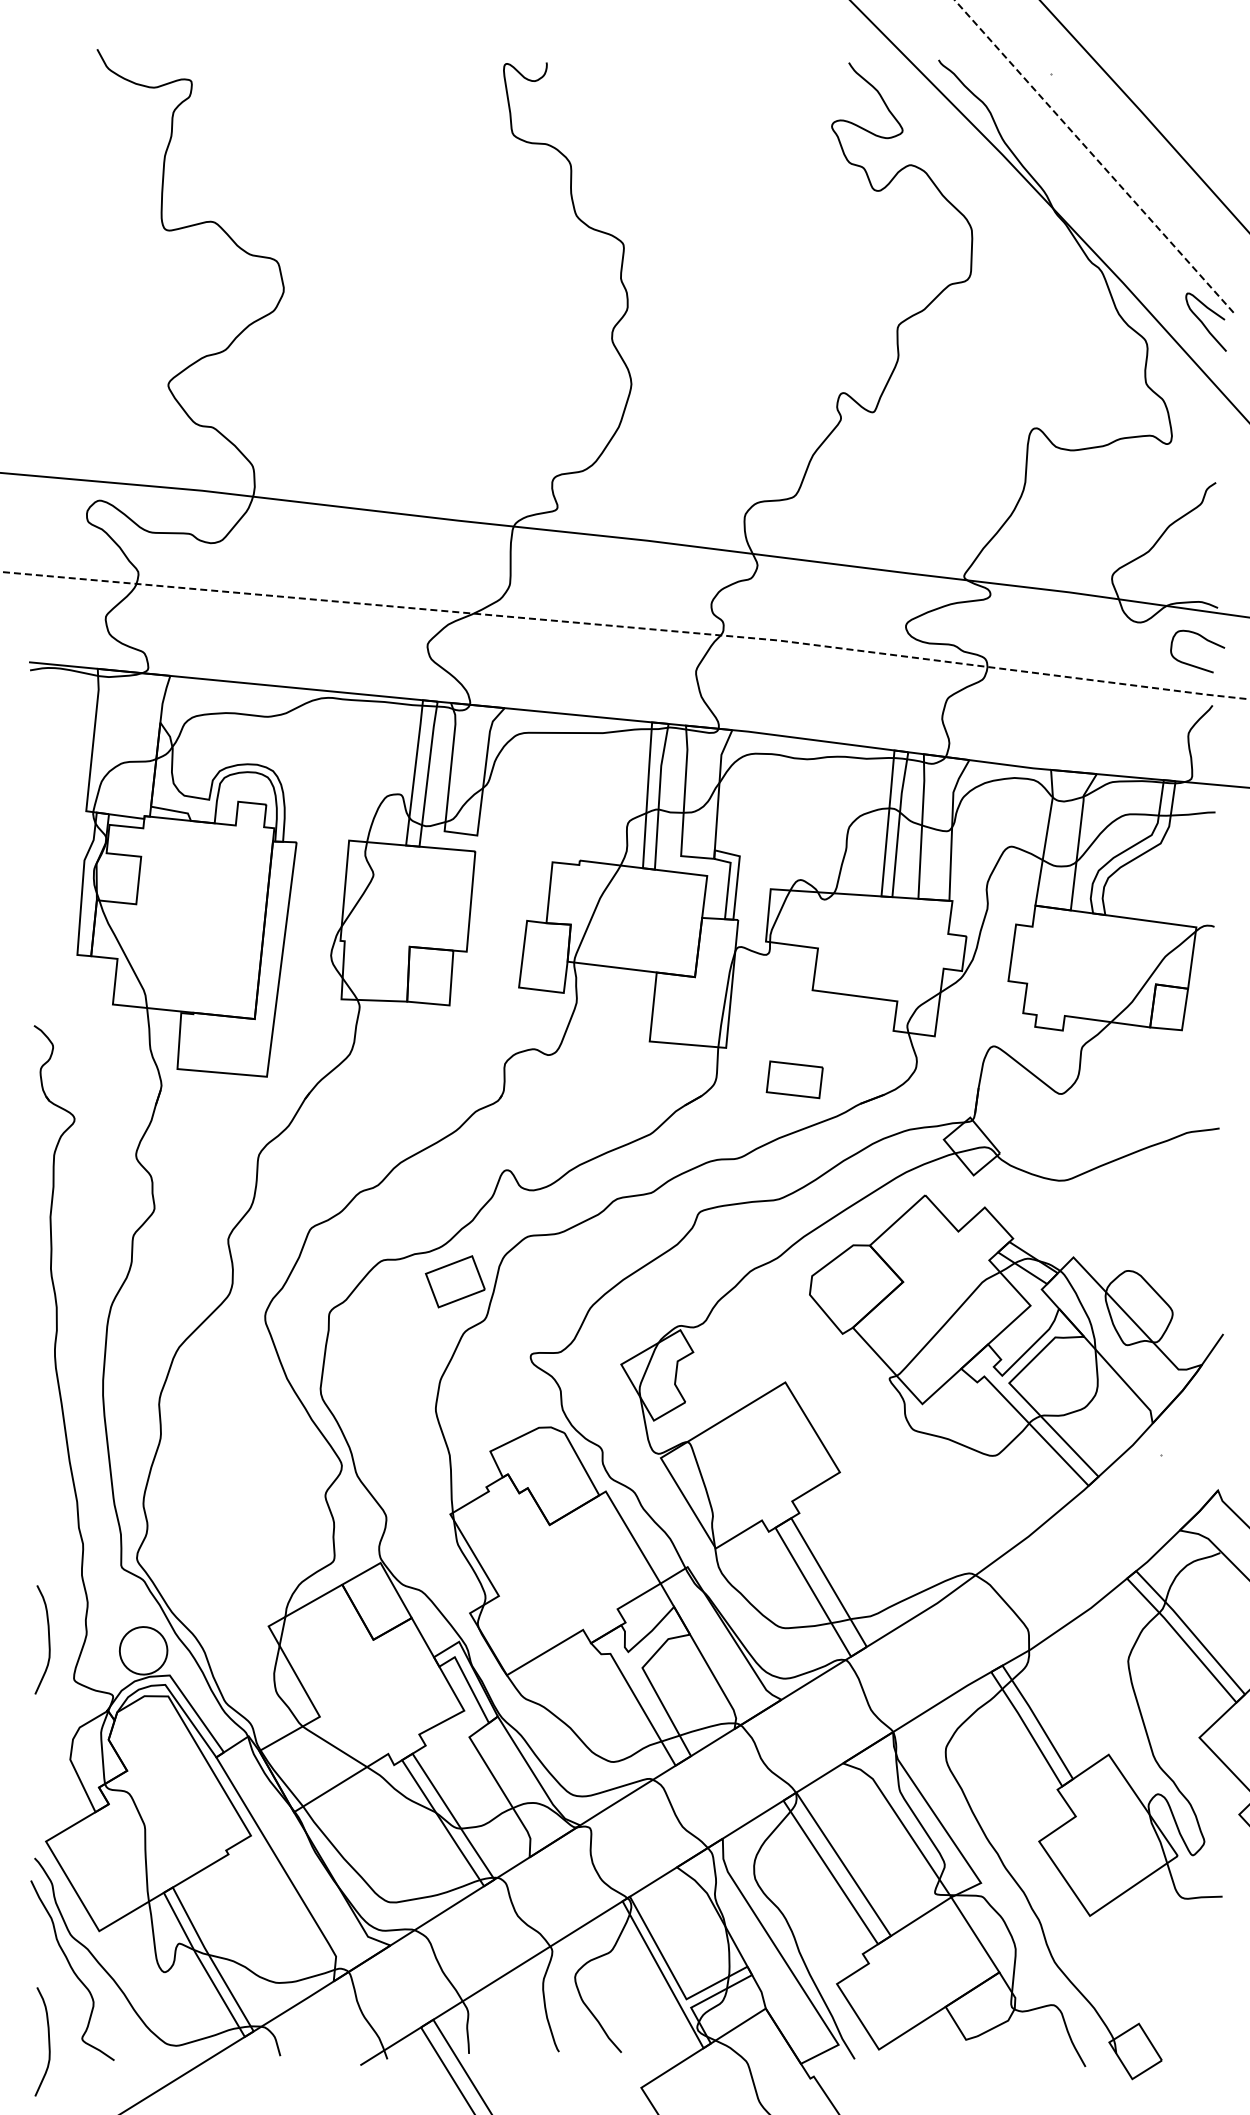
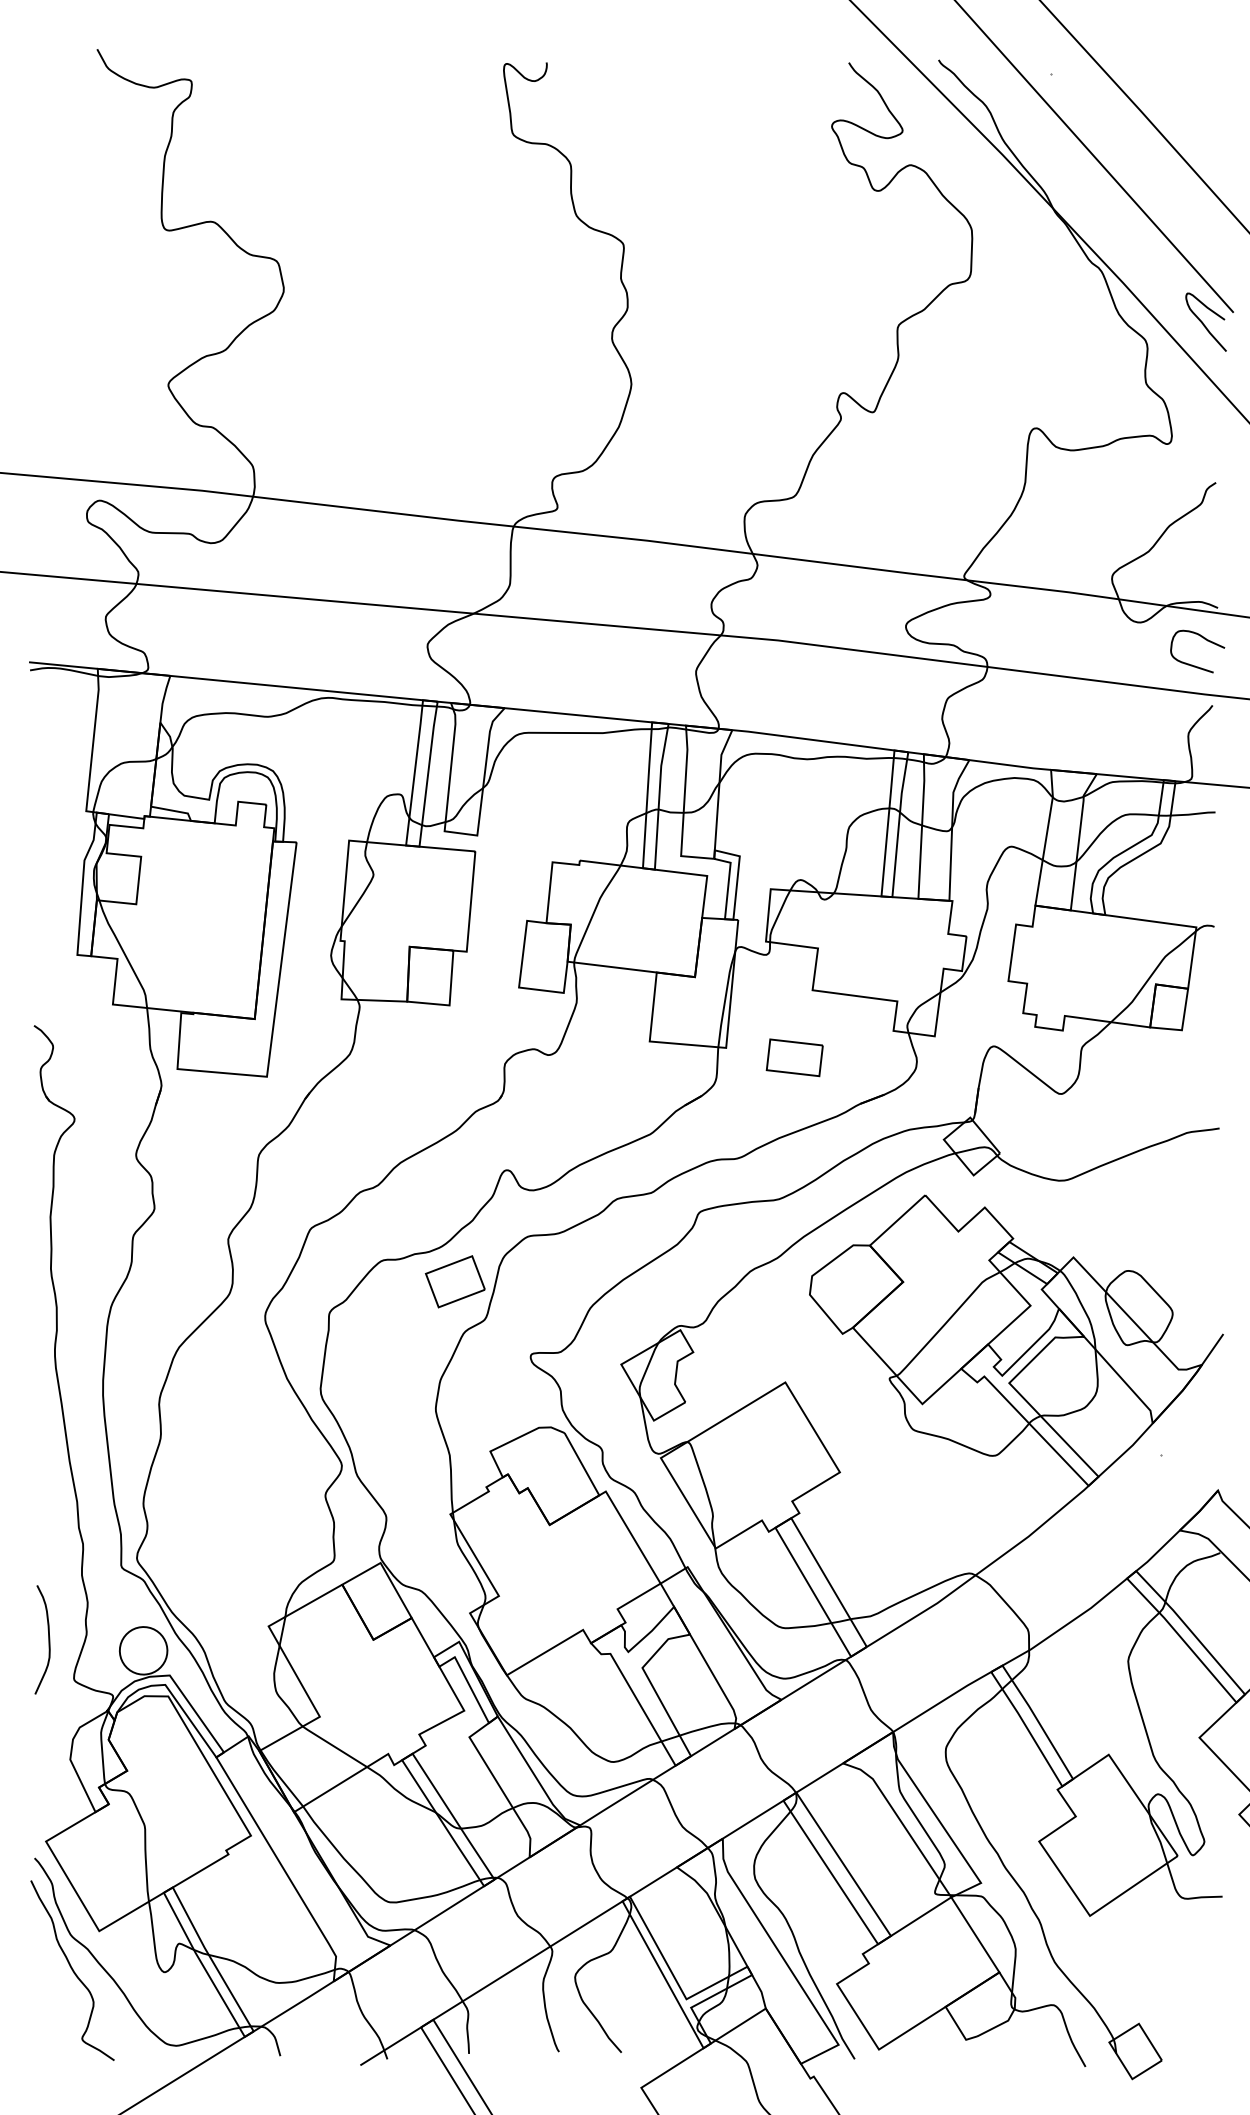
line at (1093, 156): dashed -> solid
line at (628, 627): dashed -> solid
part at (794, 1079) position: (794, 1079) -> (794, 1057)
curve at (48, 2041): present -> none
